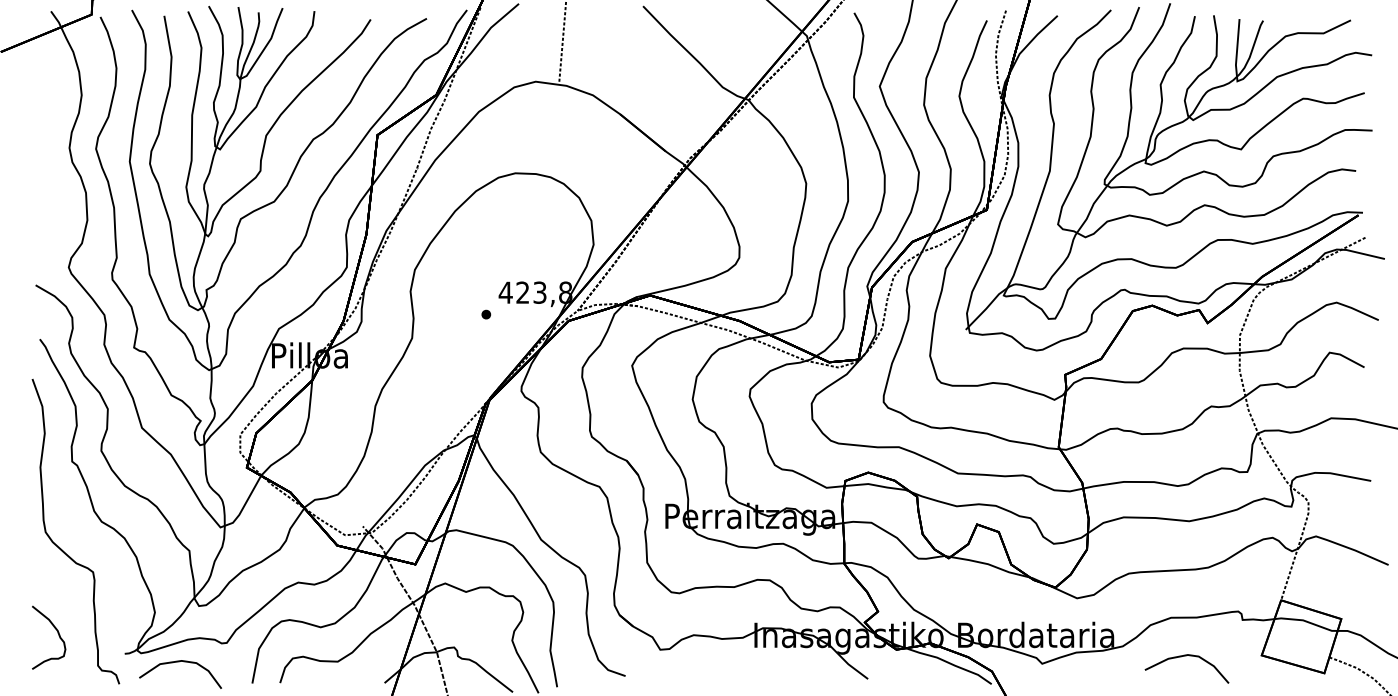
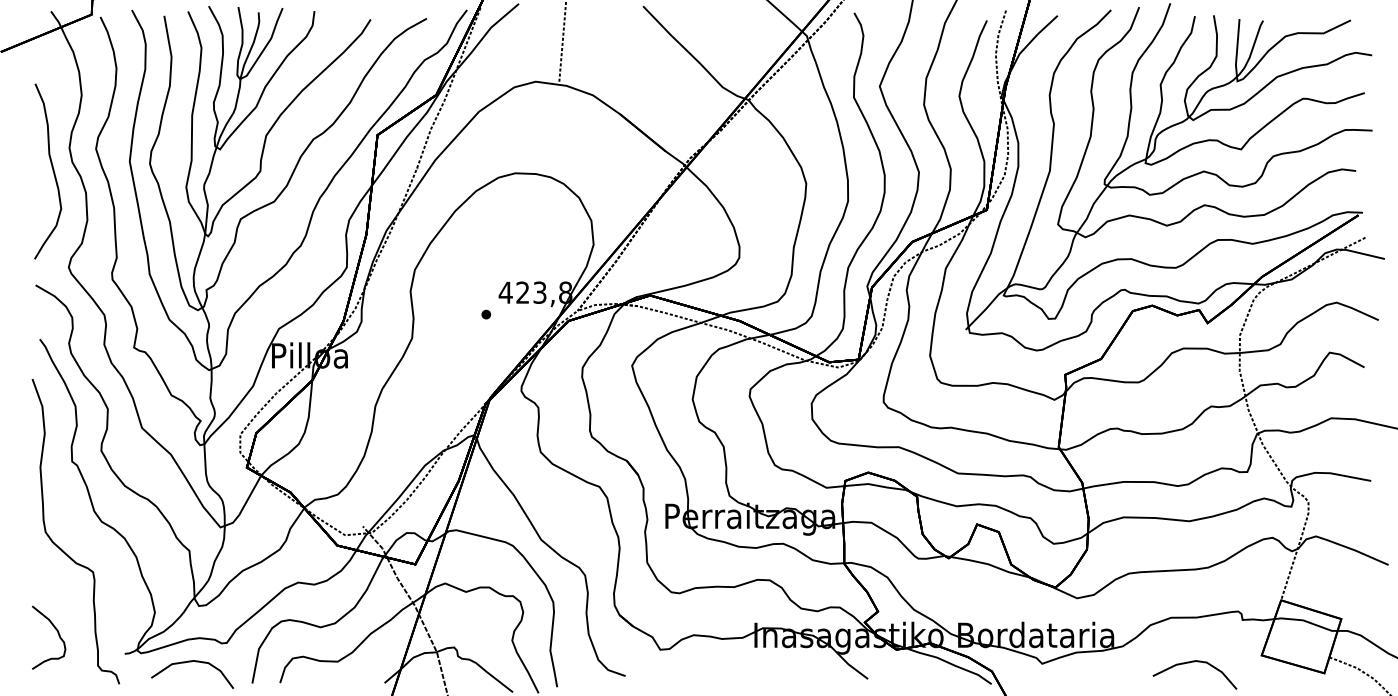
curve at (52, 171): none -> present
curve at (1186, 656) position: (1186, 656) -> (1194, 662)
curve at (179, 662) position: (179, 662) -> (191, 662)
